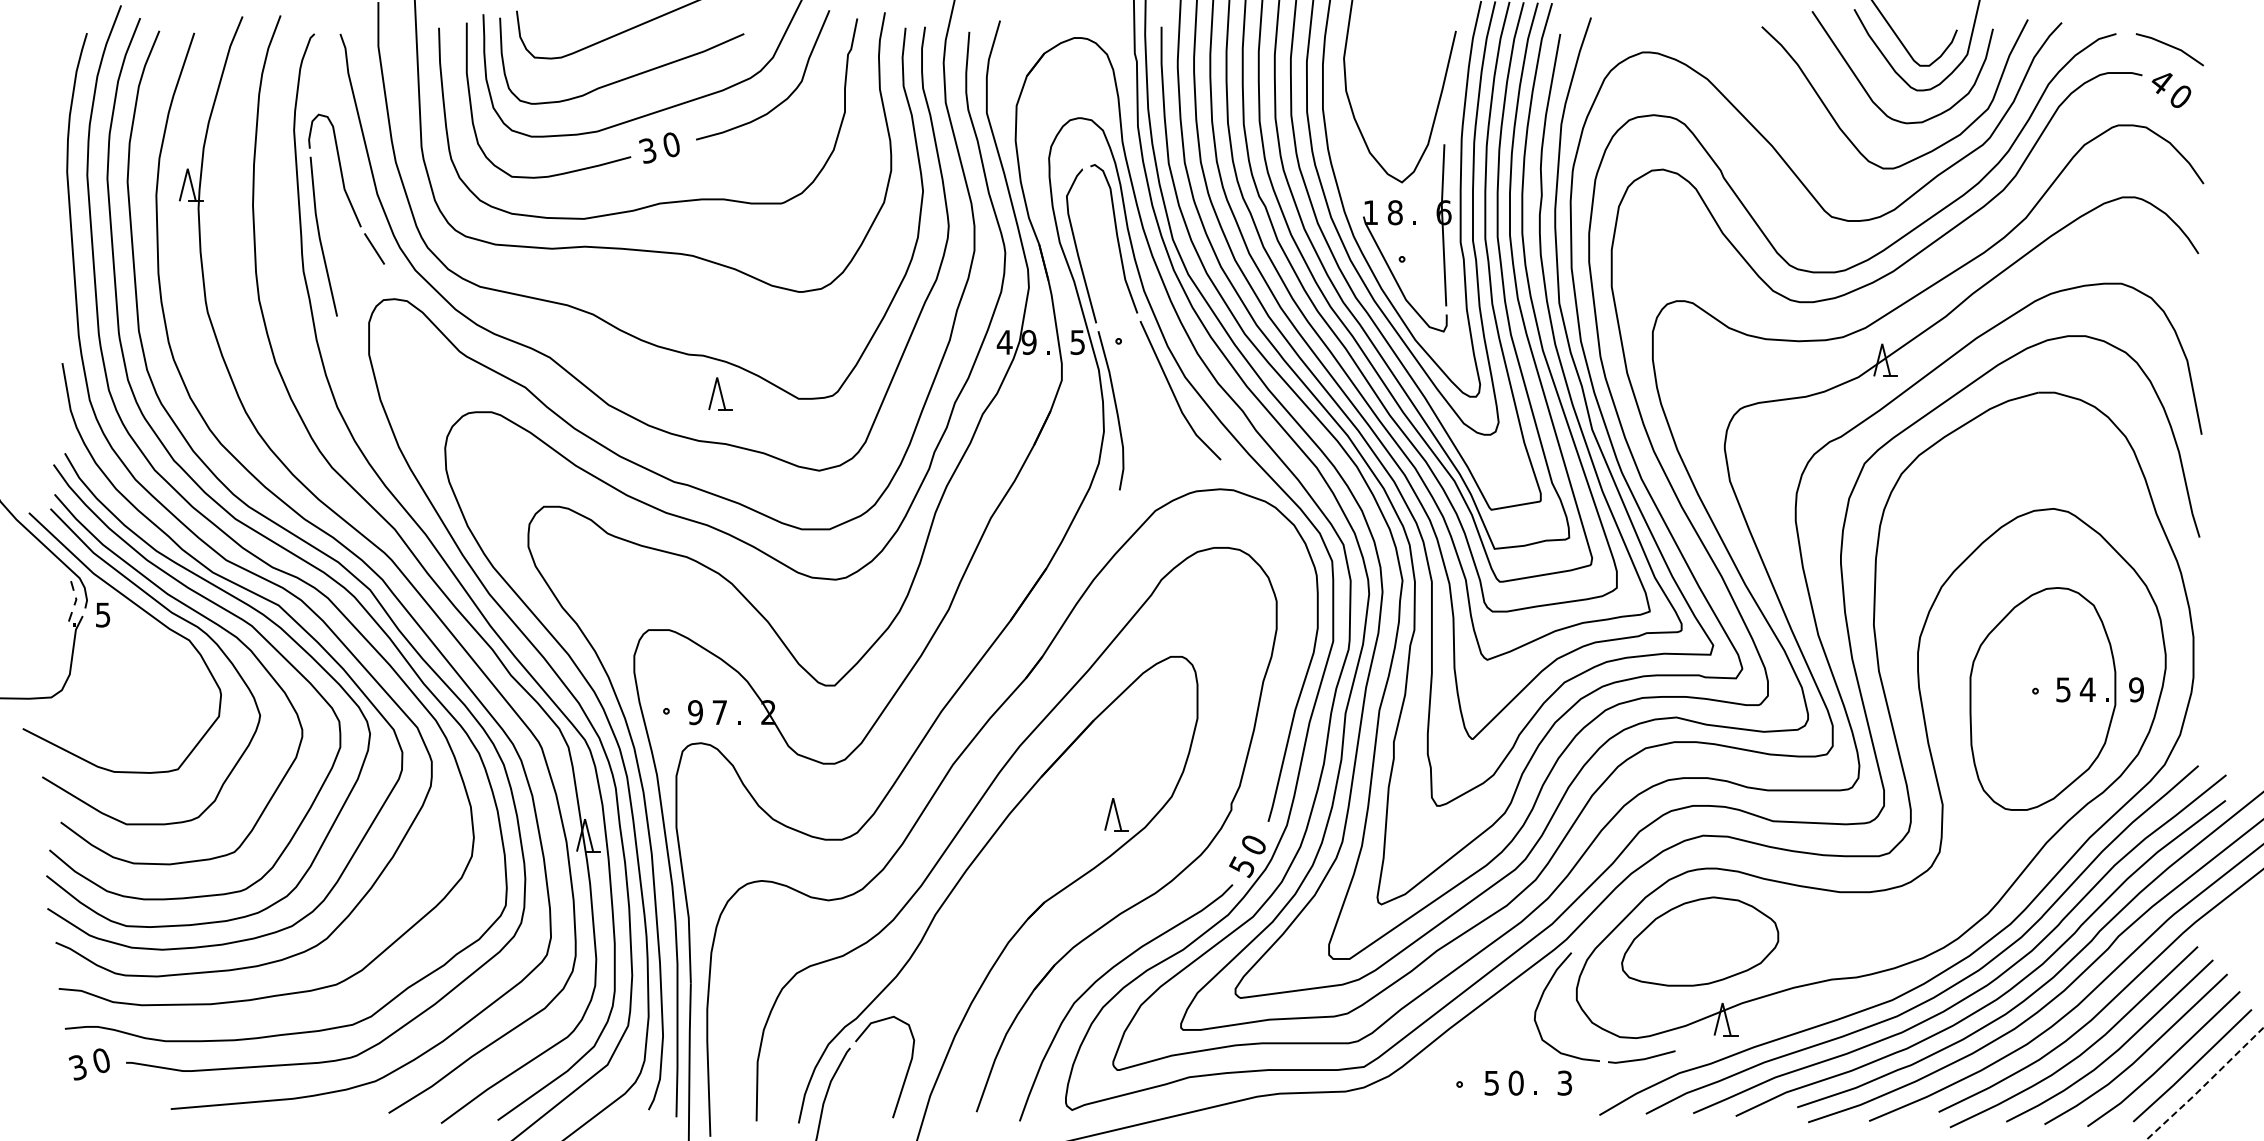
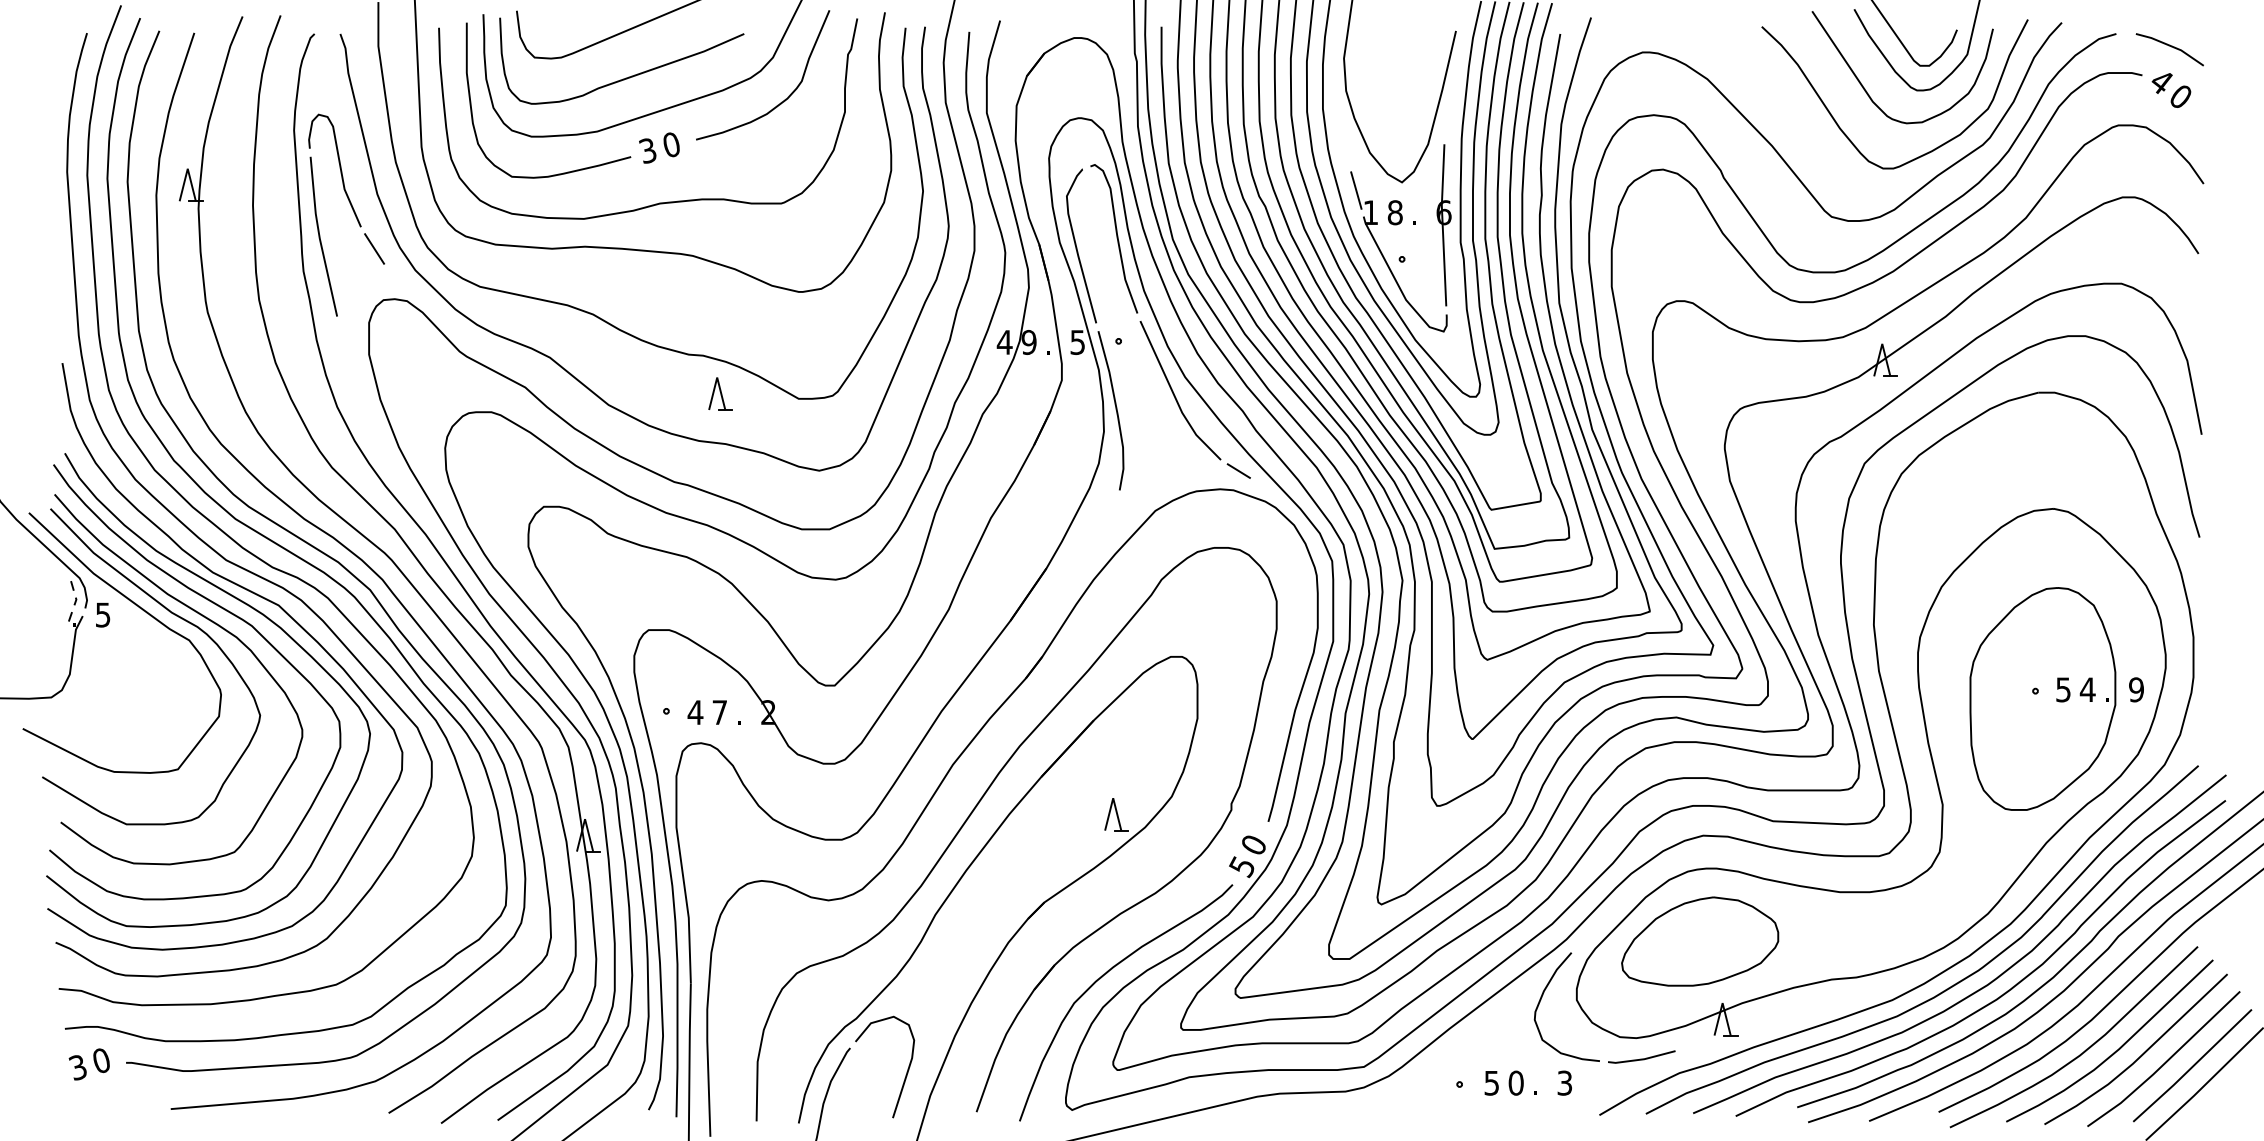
line at (1356, 190): none -> present
line at (1238, 470): none -> present
text at (695, 712): 9 -> 4
line at (2204, 1085): dashed -> solid
